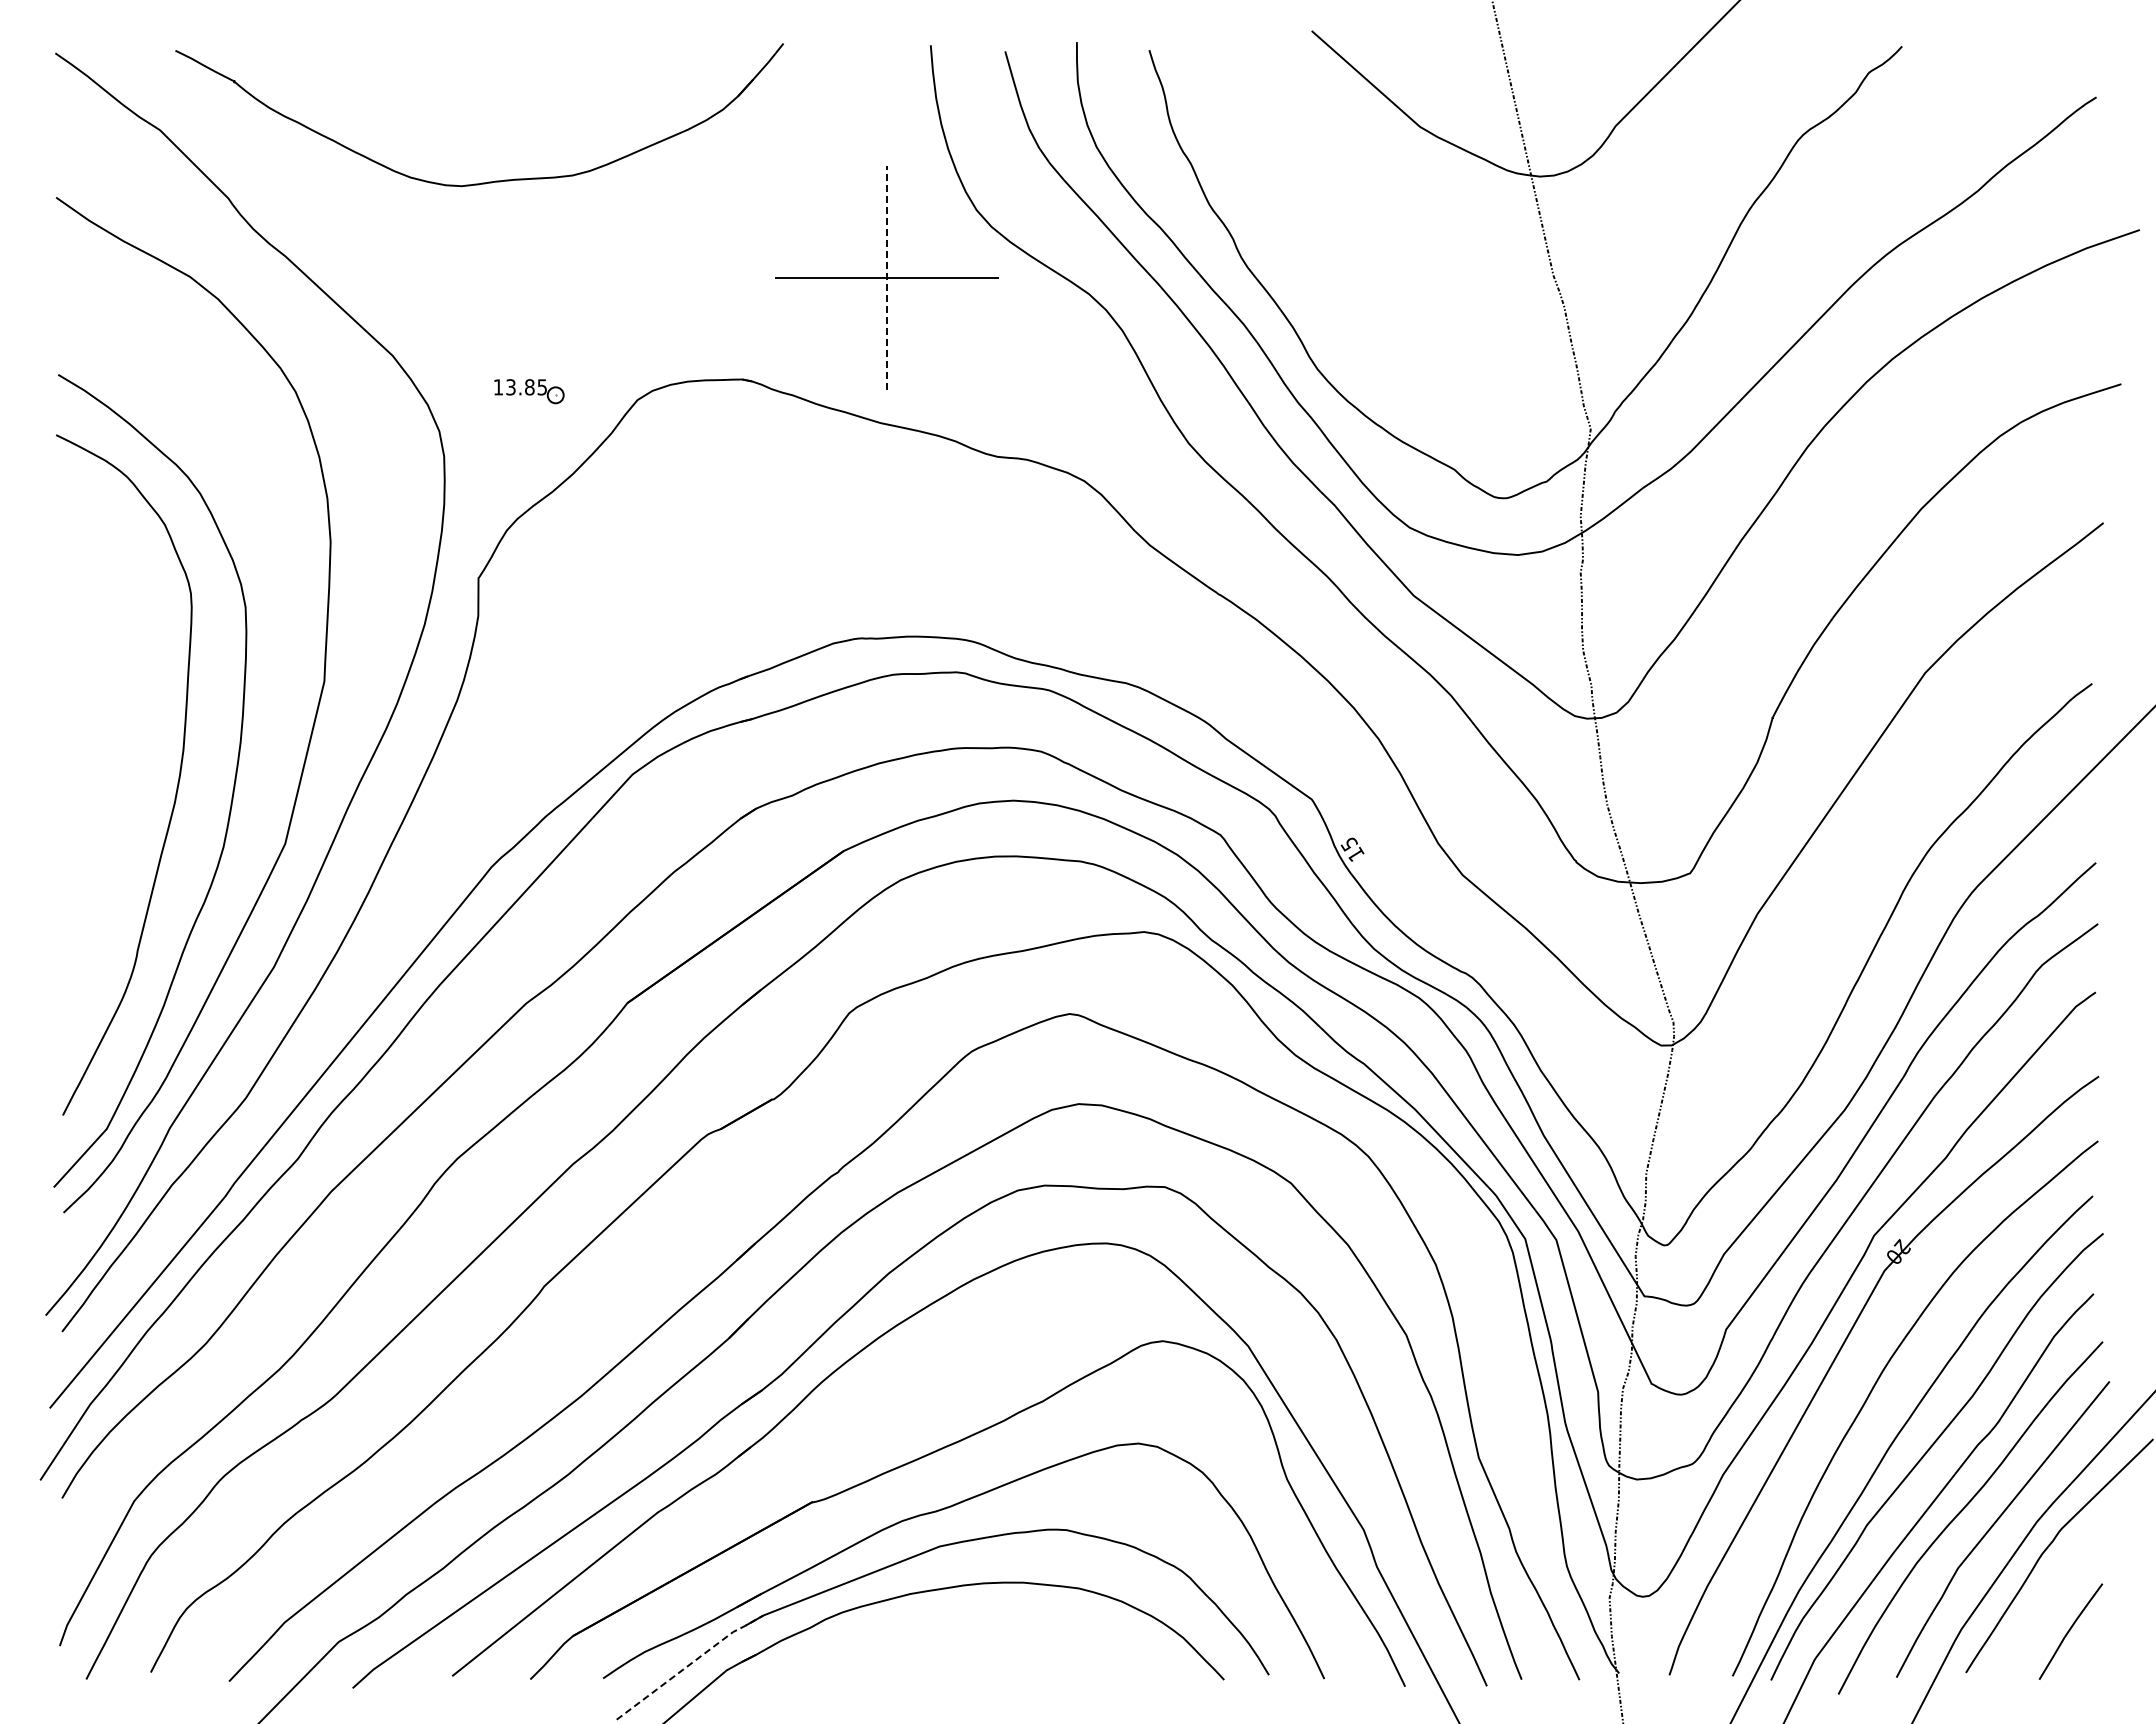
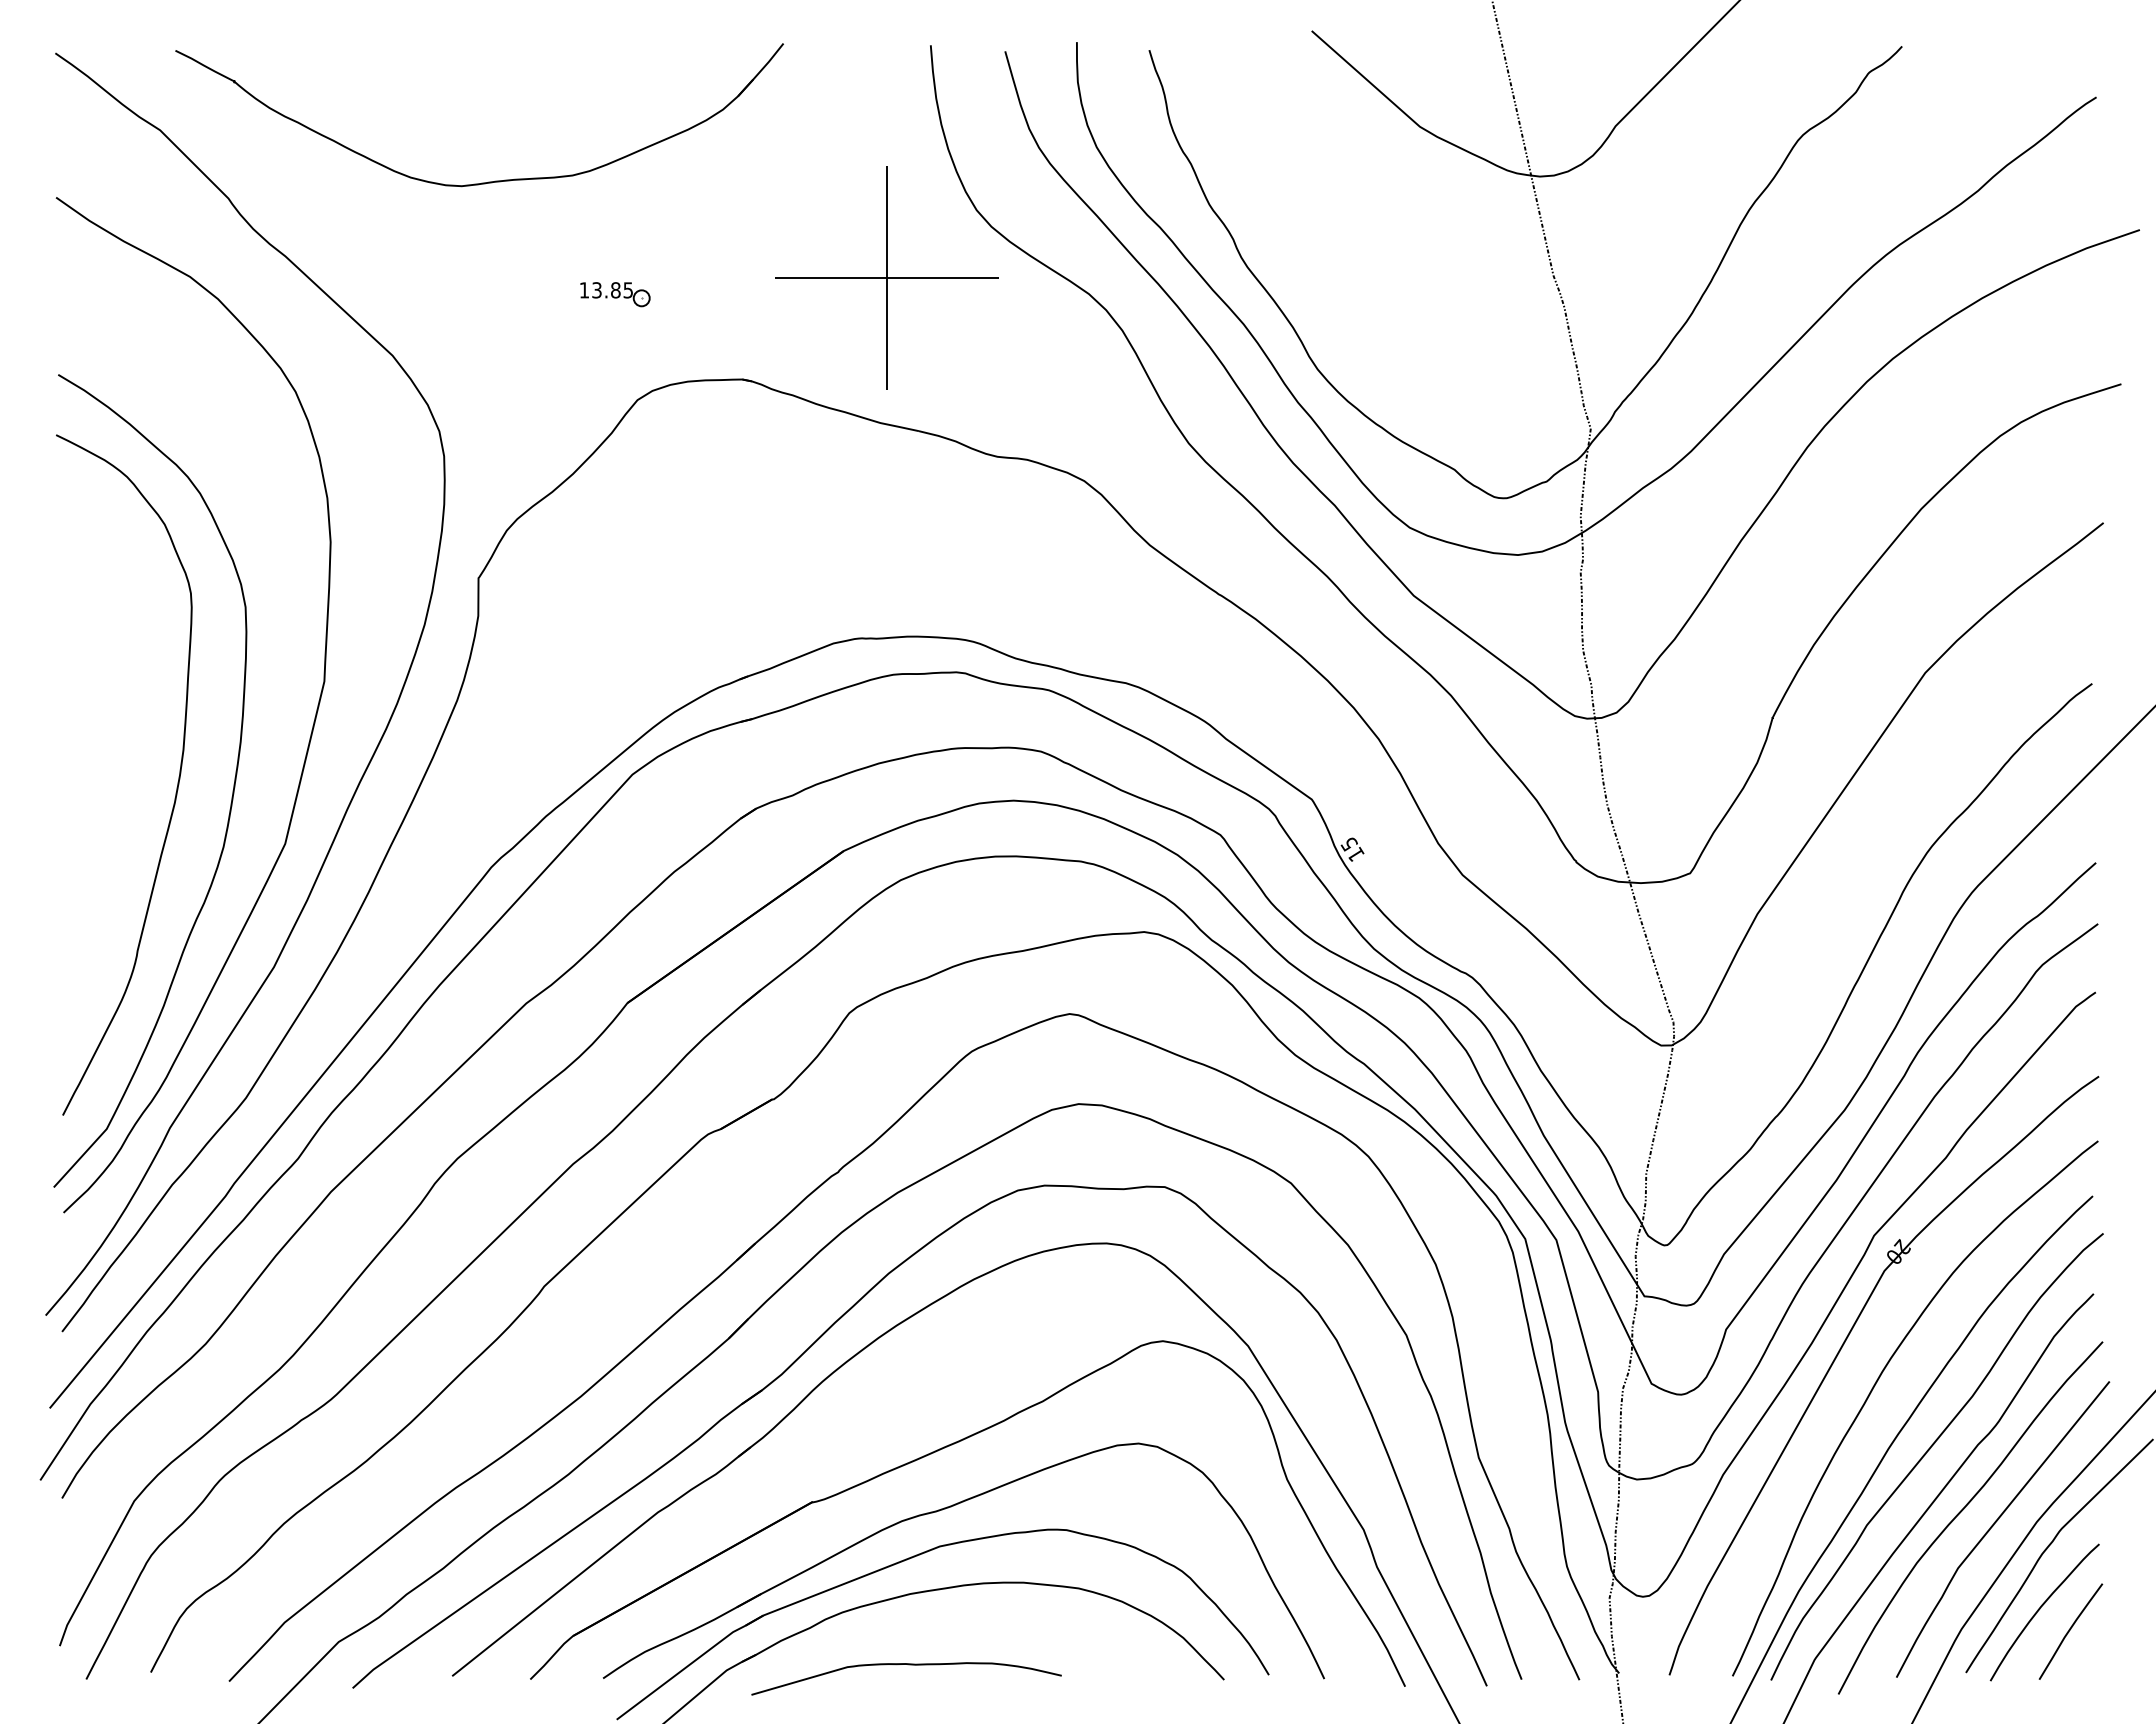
line at (887, 277): dashed -> solid
part at (529, 391) position: (529, 391) -> (615, 294)
curve at (2040, 1609): none -> present
line at (690, 1664): dashed -> solid
curve at (908, 1665): none -> present
